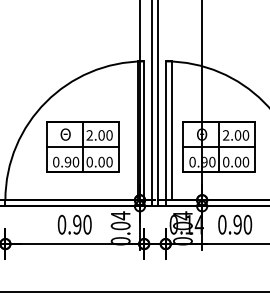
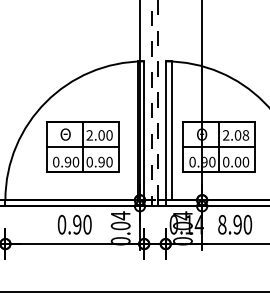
line at (151, 100): solid -> dashed
line at (158, 100): solid -> dashed
text at (245, 135): 2.00 -> 2.08
text at (101, 162): 0.00 -> 0.90
text at (222, 224): 0.90 -> 8.90
